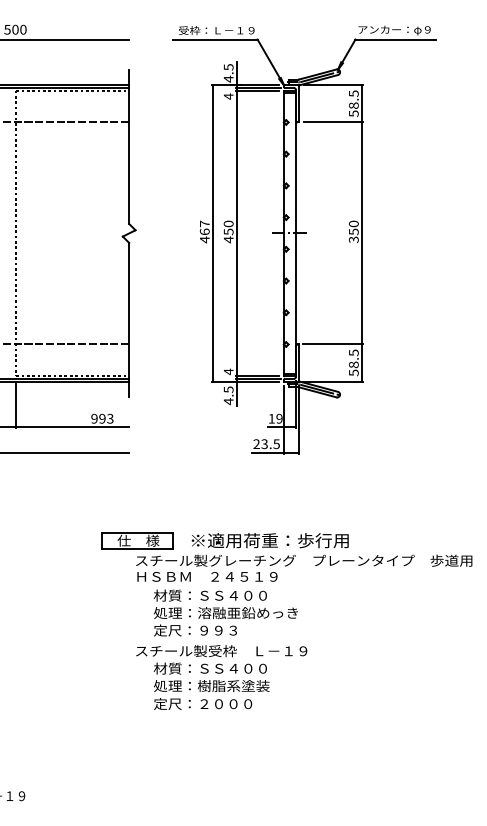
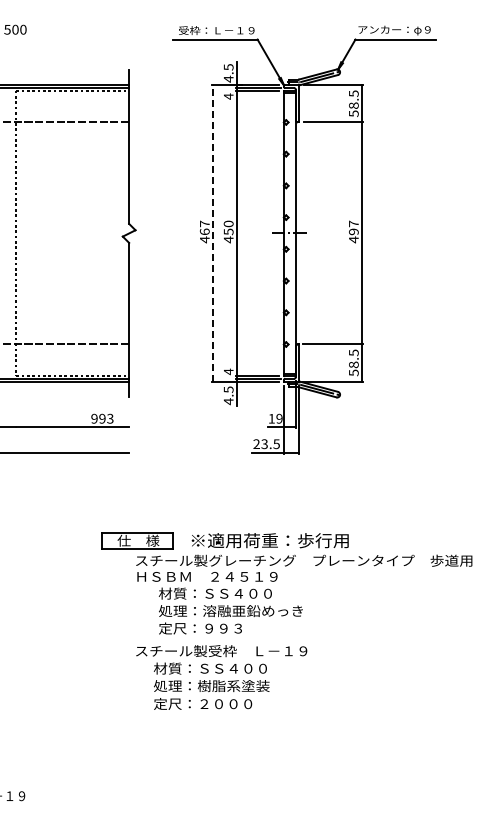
line at (65, 39): present -> none
text at (353, 231): 350 -> 497
line at (213, 232): solid -> dashed
line at (16, 406): present -> none
text at (225, 612) position: (225, 612) -> (230, 610)
